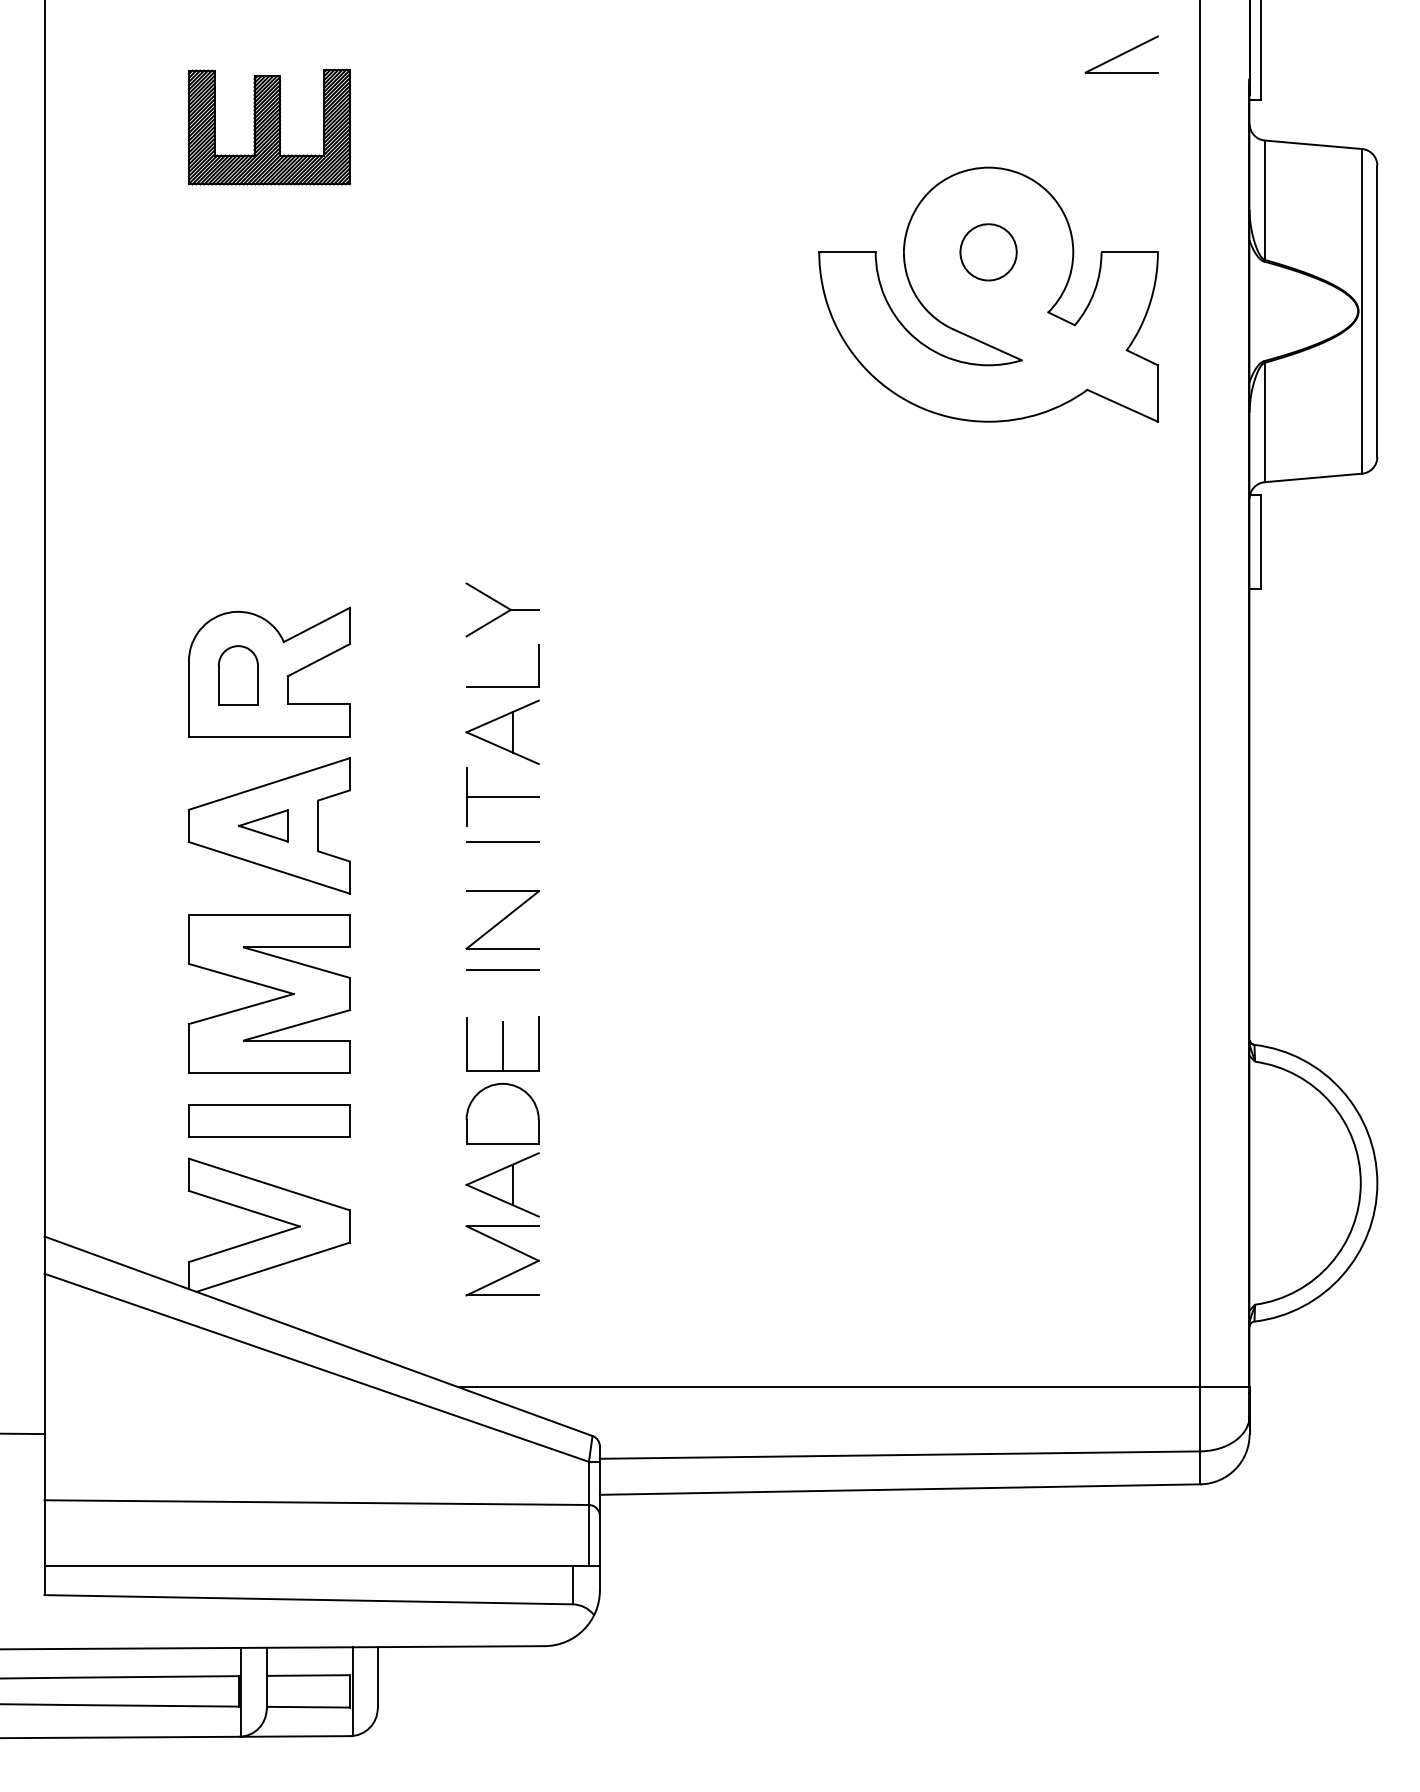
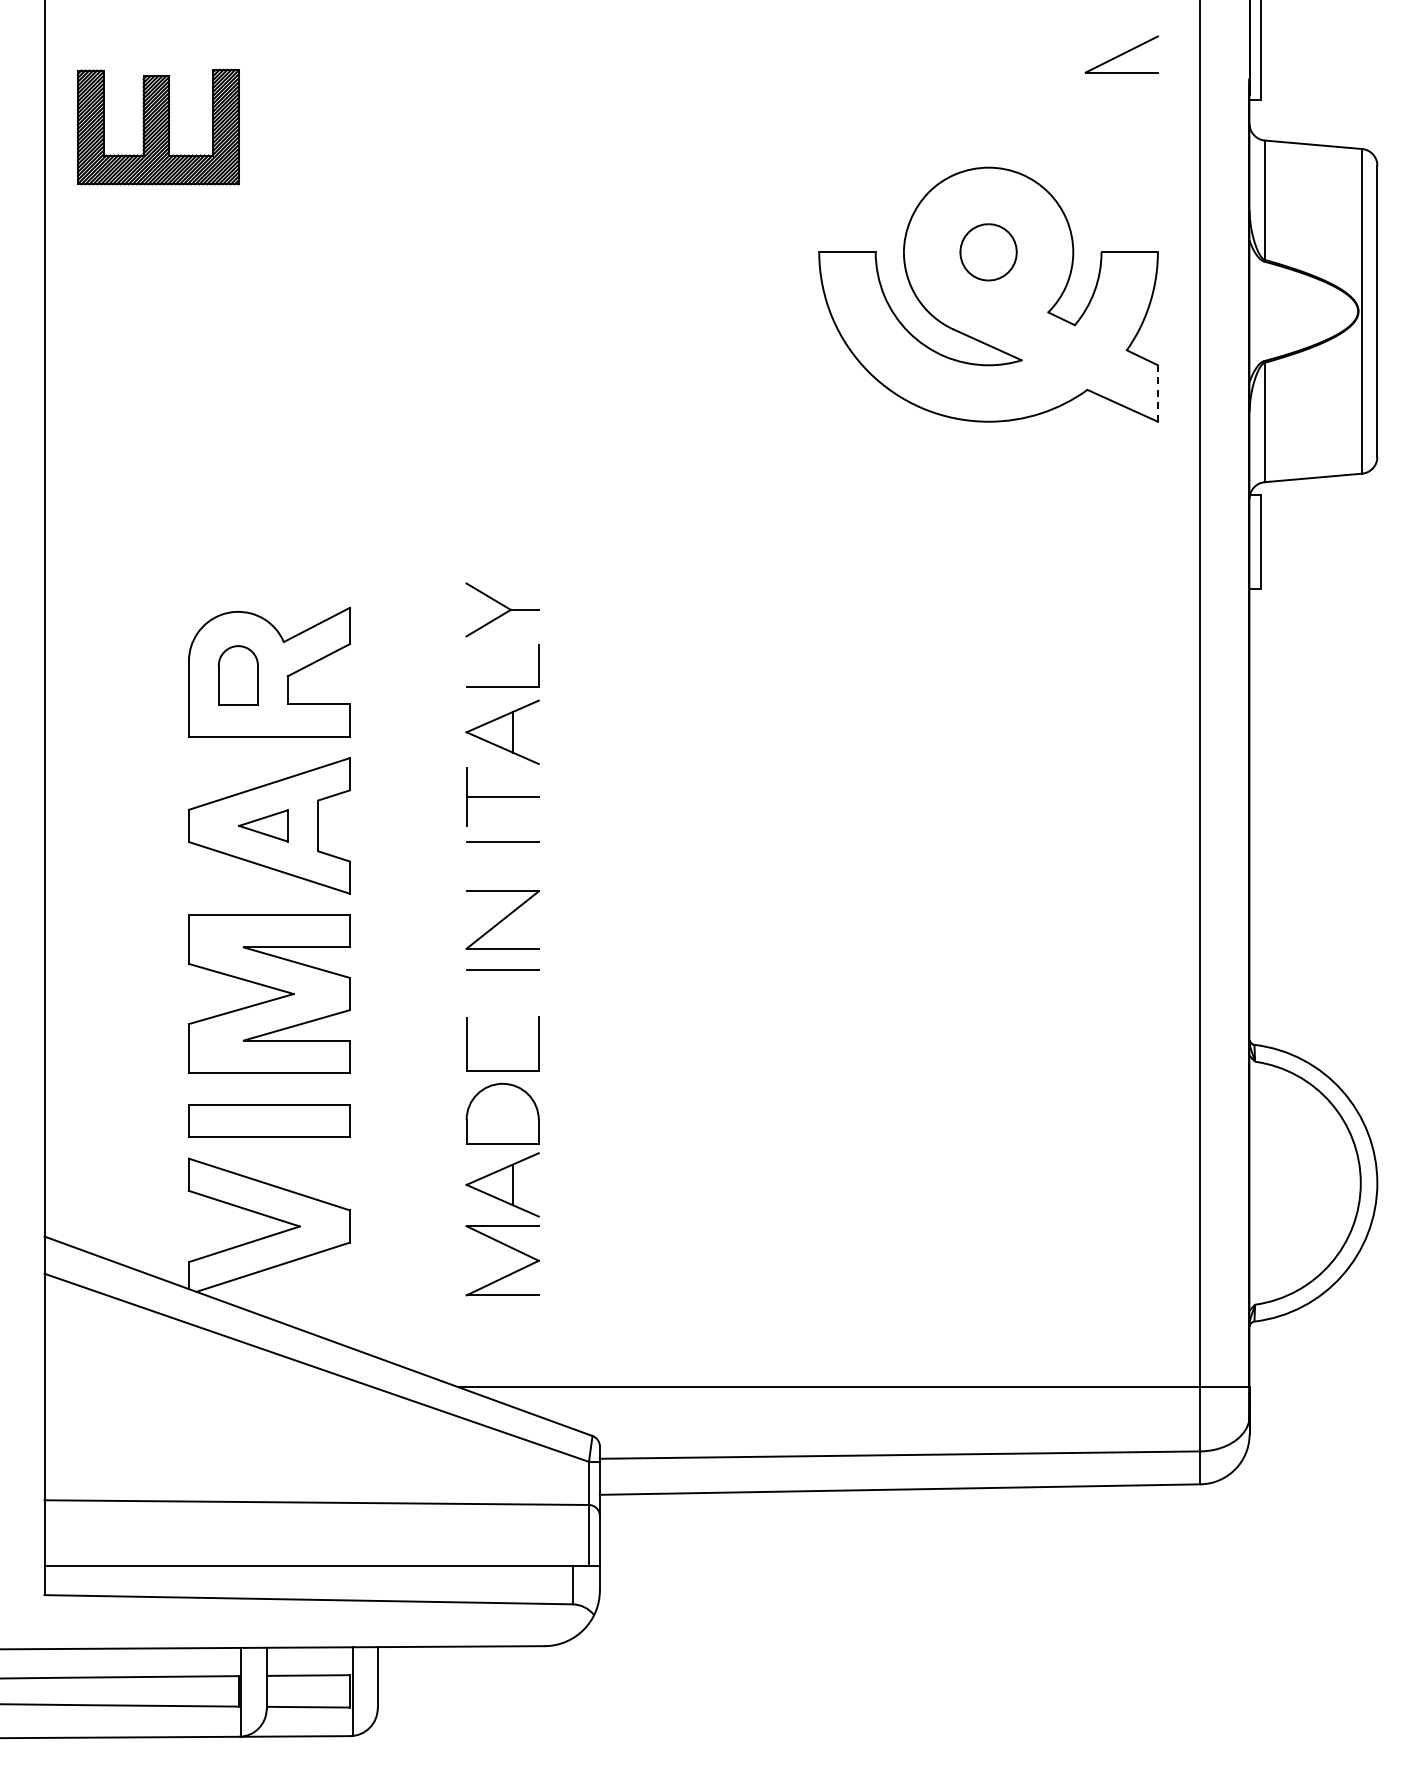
part at (268, 126) position: (268, 126) -> (157, 126)
line at (1157, 393): solid -> dashed
line at (502, 1045): present -> none
line at (23, 1433): present -> none
